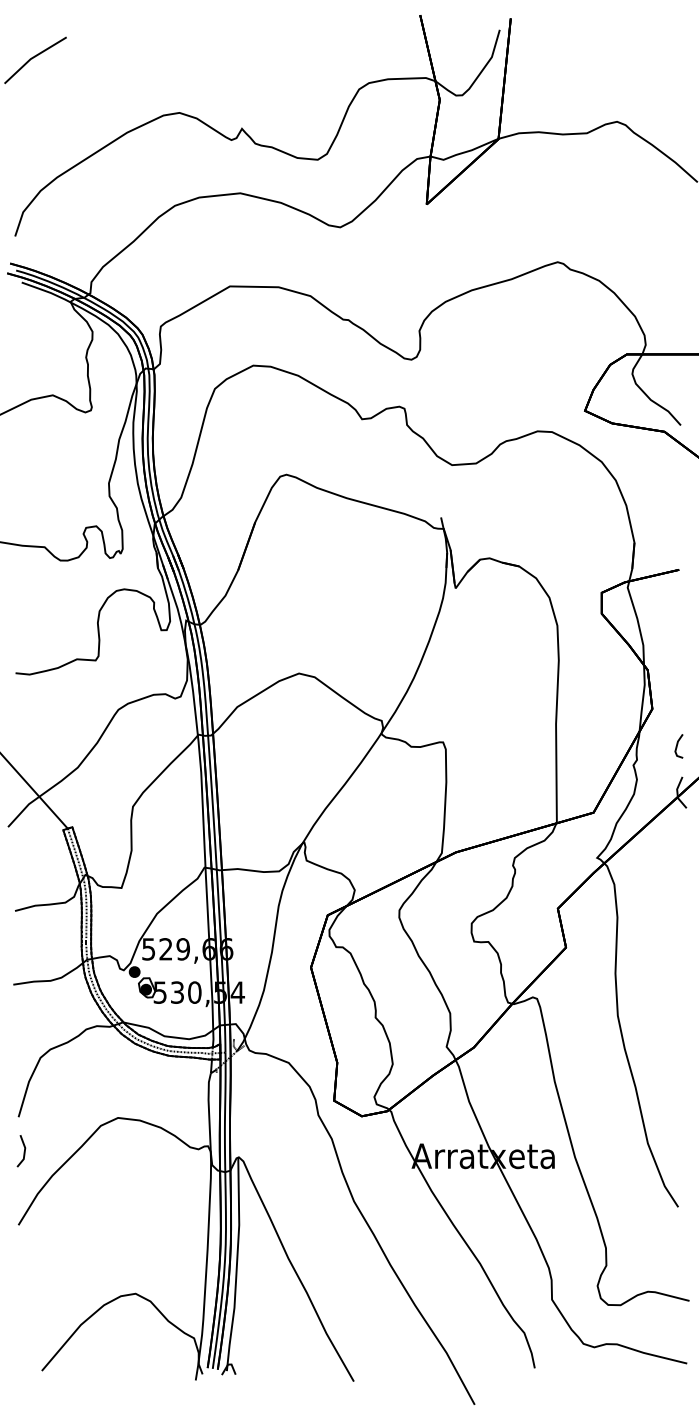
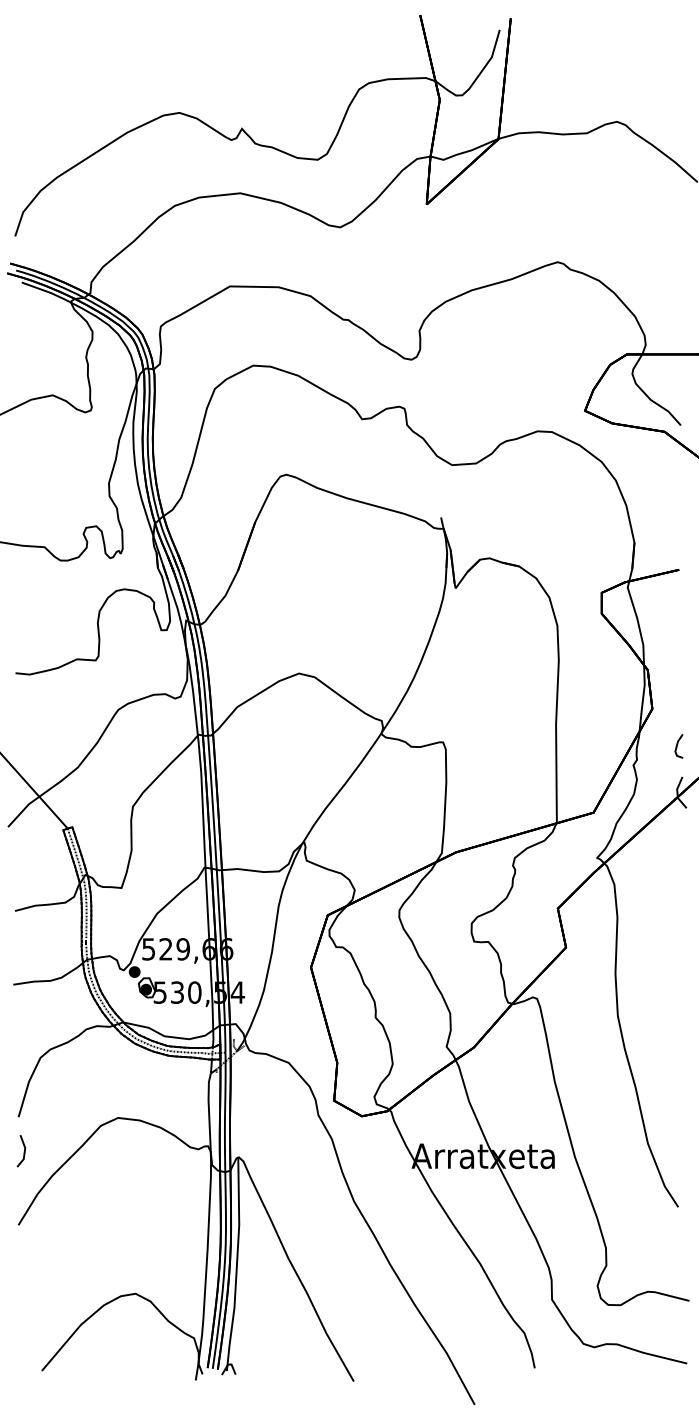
part at (35, 60): present -> none
